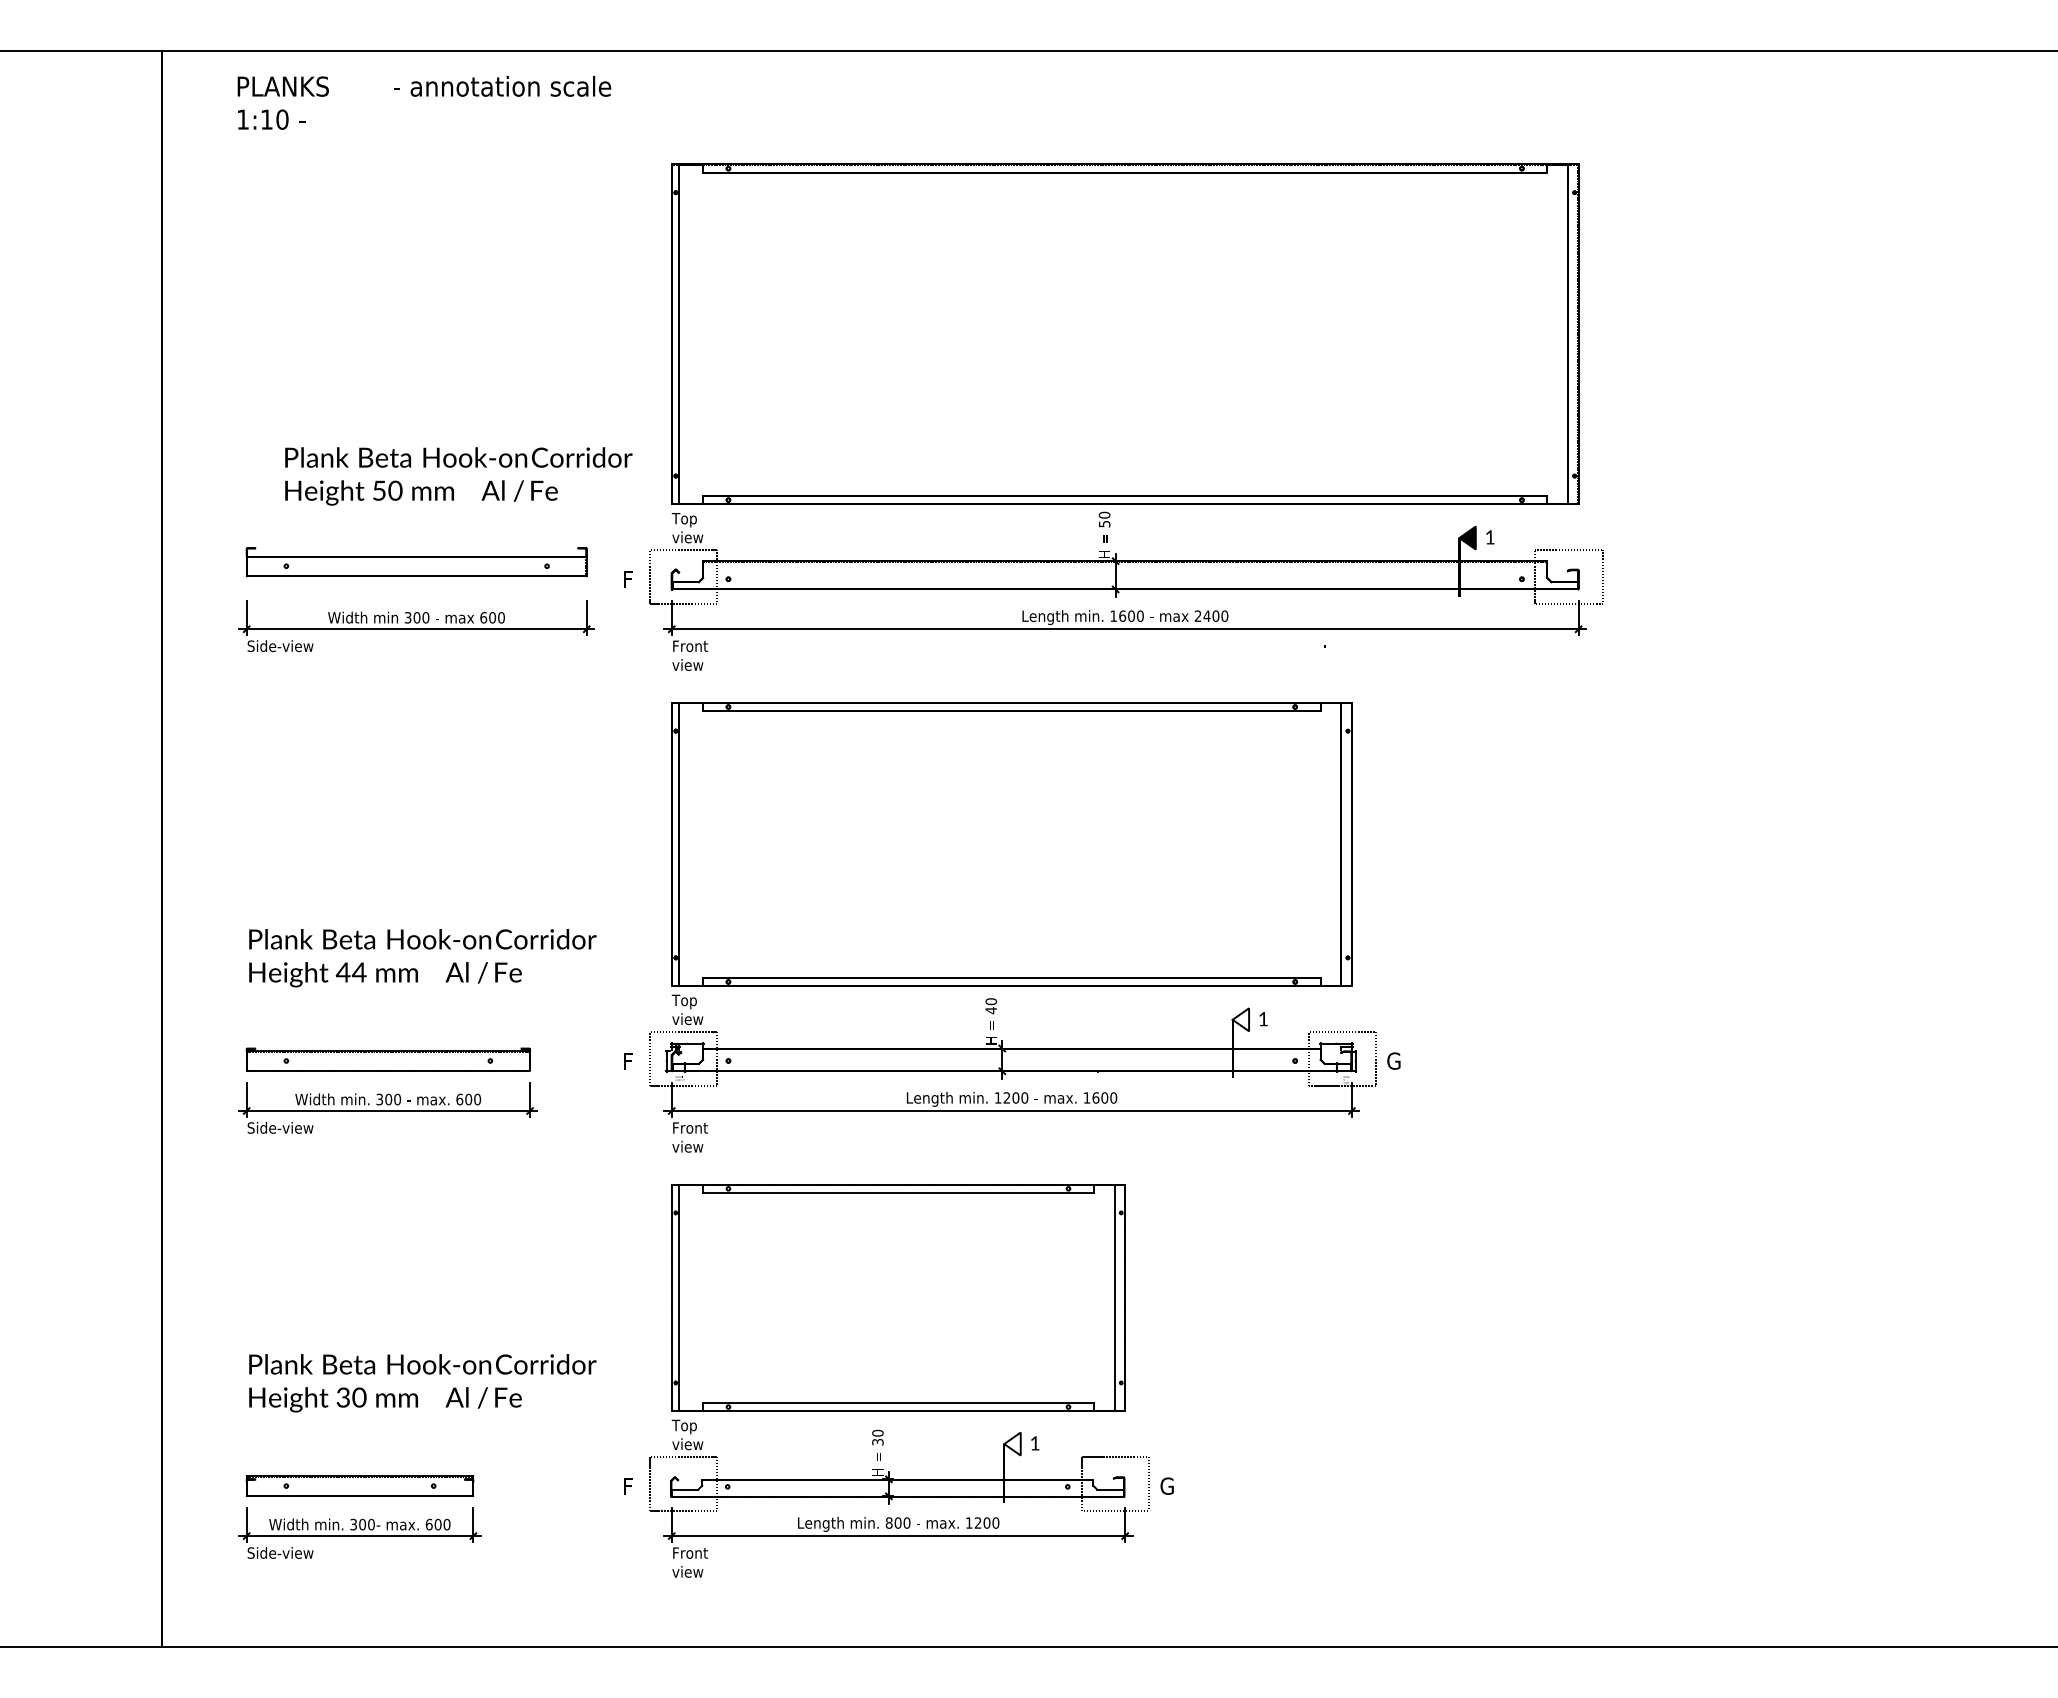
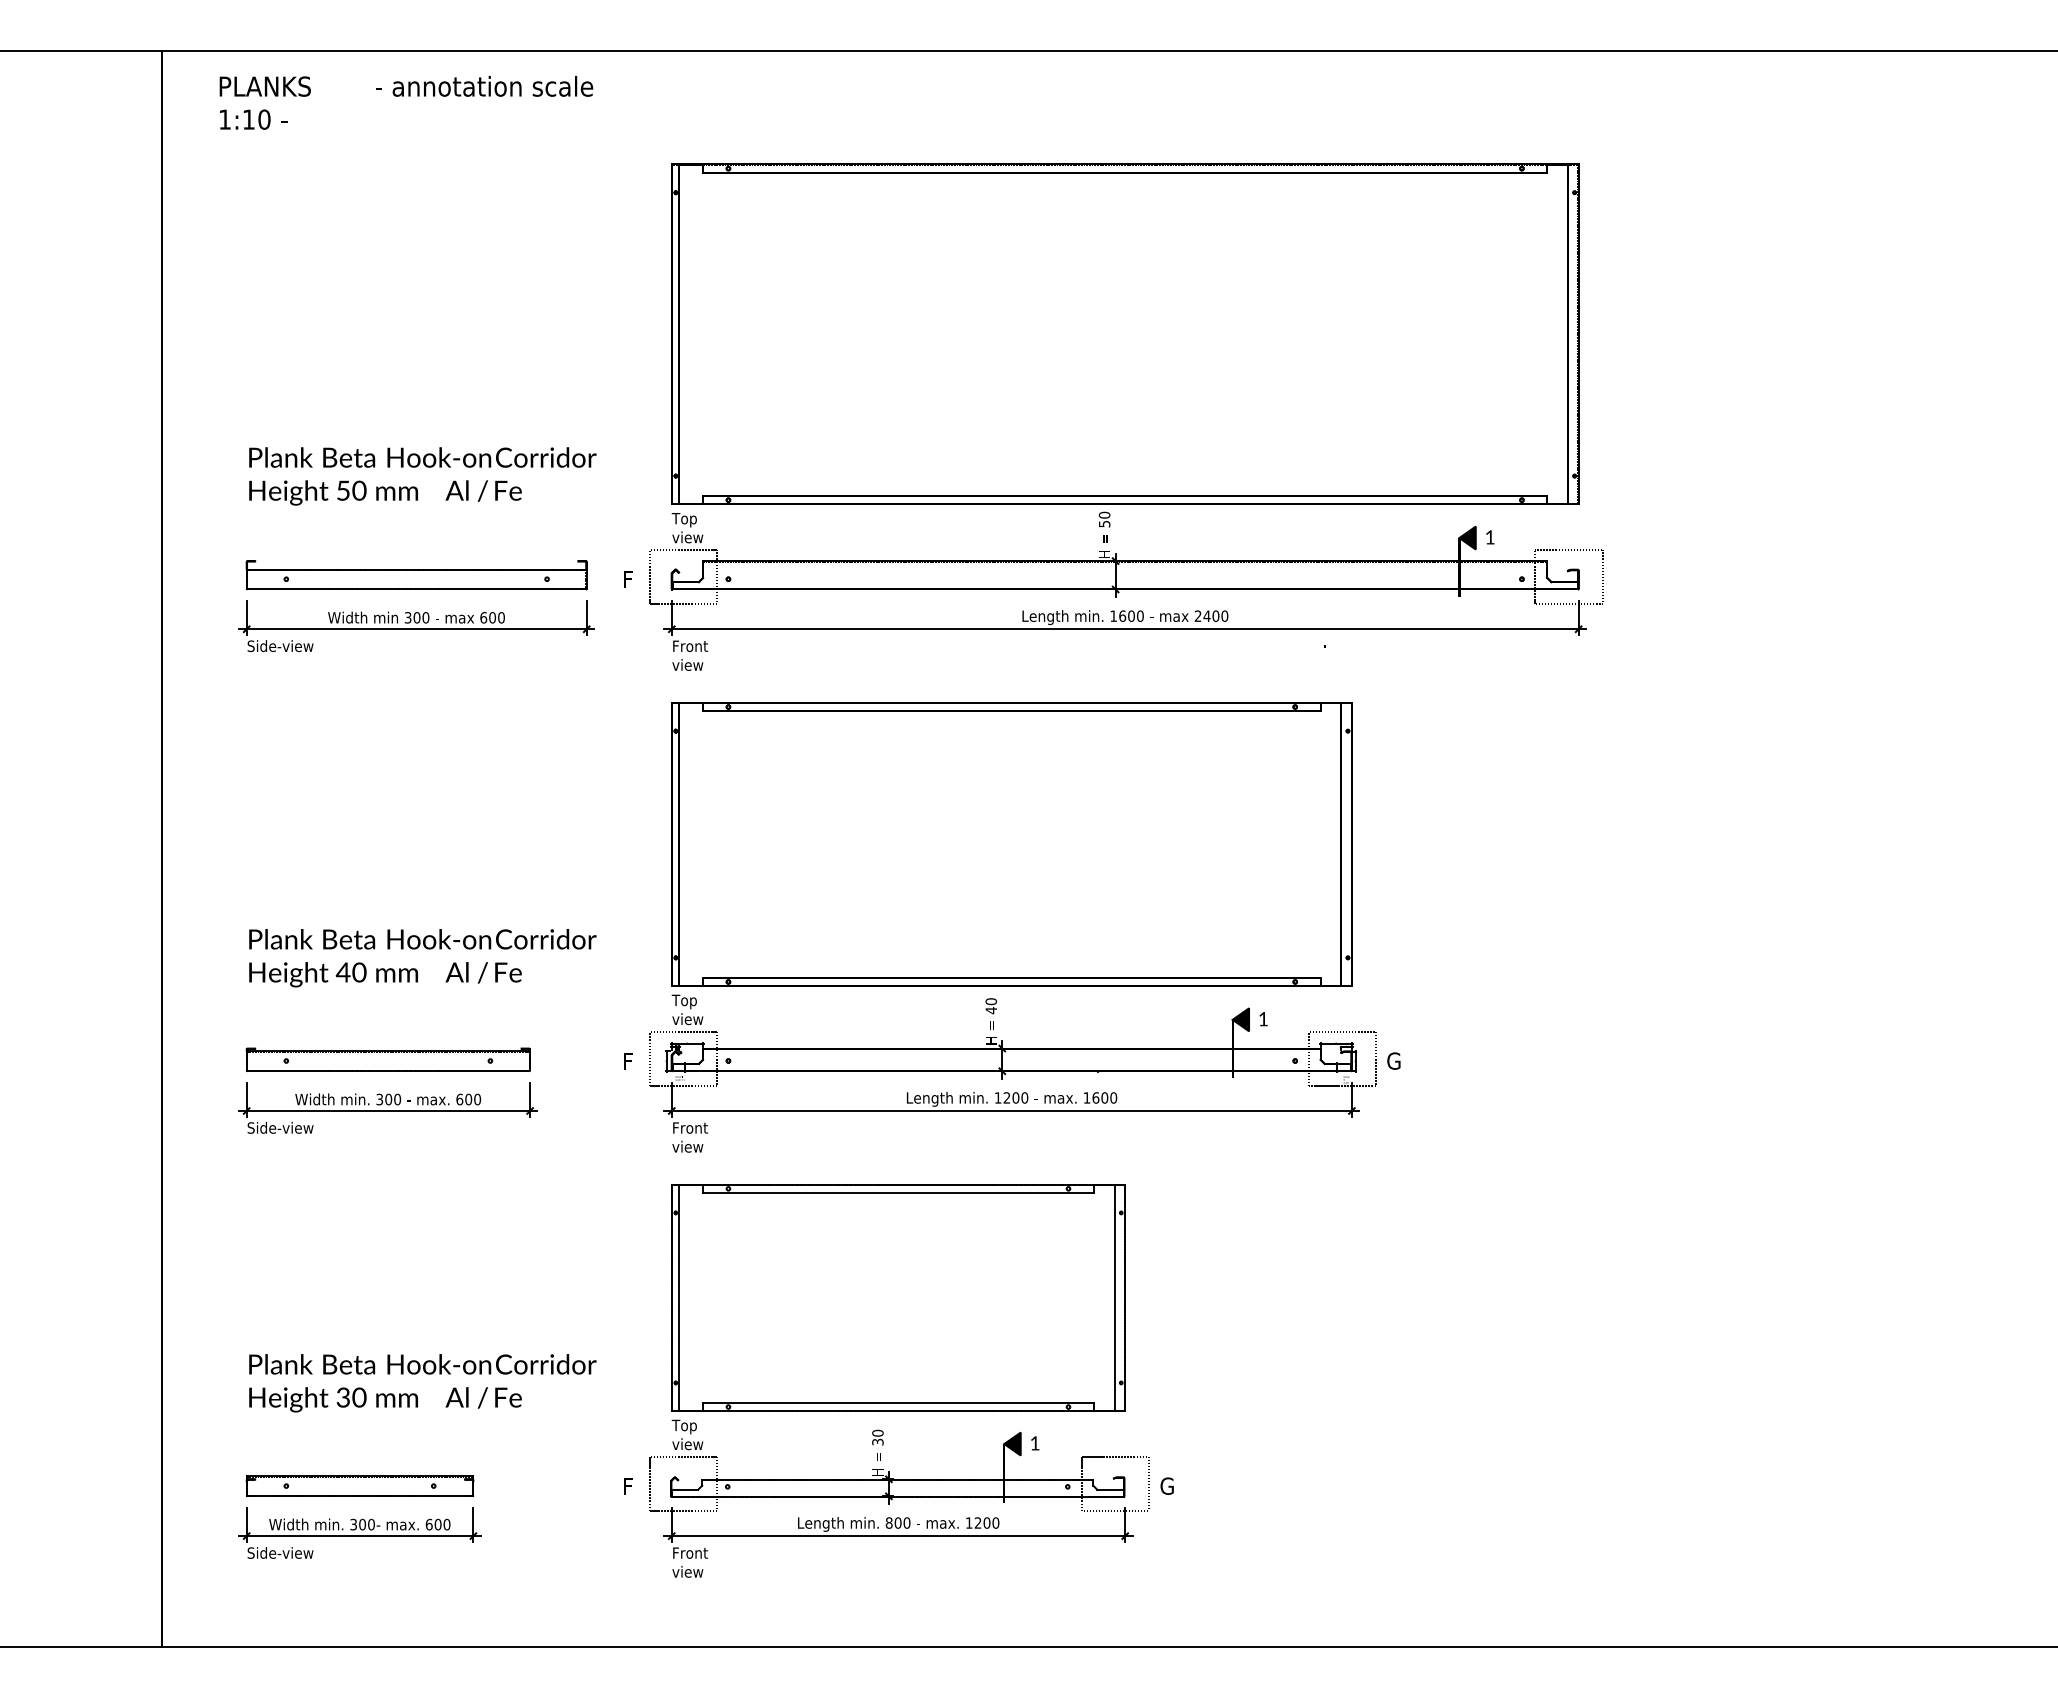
text at (424, 102) position: (424, 102) -> (406, 102)
text at (458, 476) position: (458, 476) -> (422, 476)
part at (416, 562) position: (416, 562) -> (416, 575)
text at (358, 972): 44 -> 40
fill at (1240, 1019): none -> present
fill at (1012, 1443): none -> present
